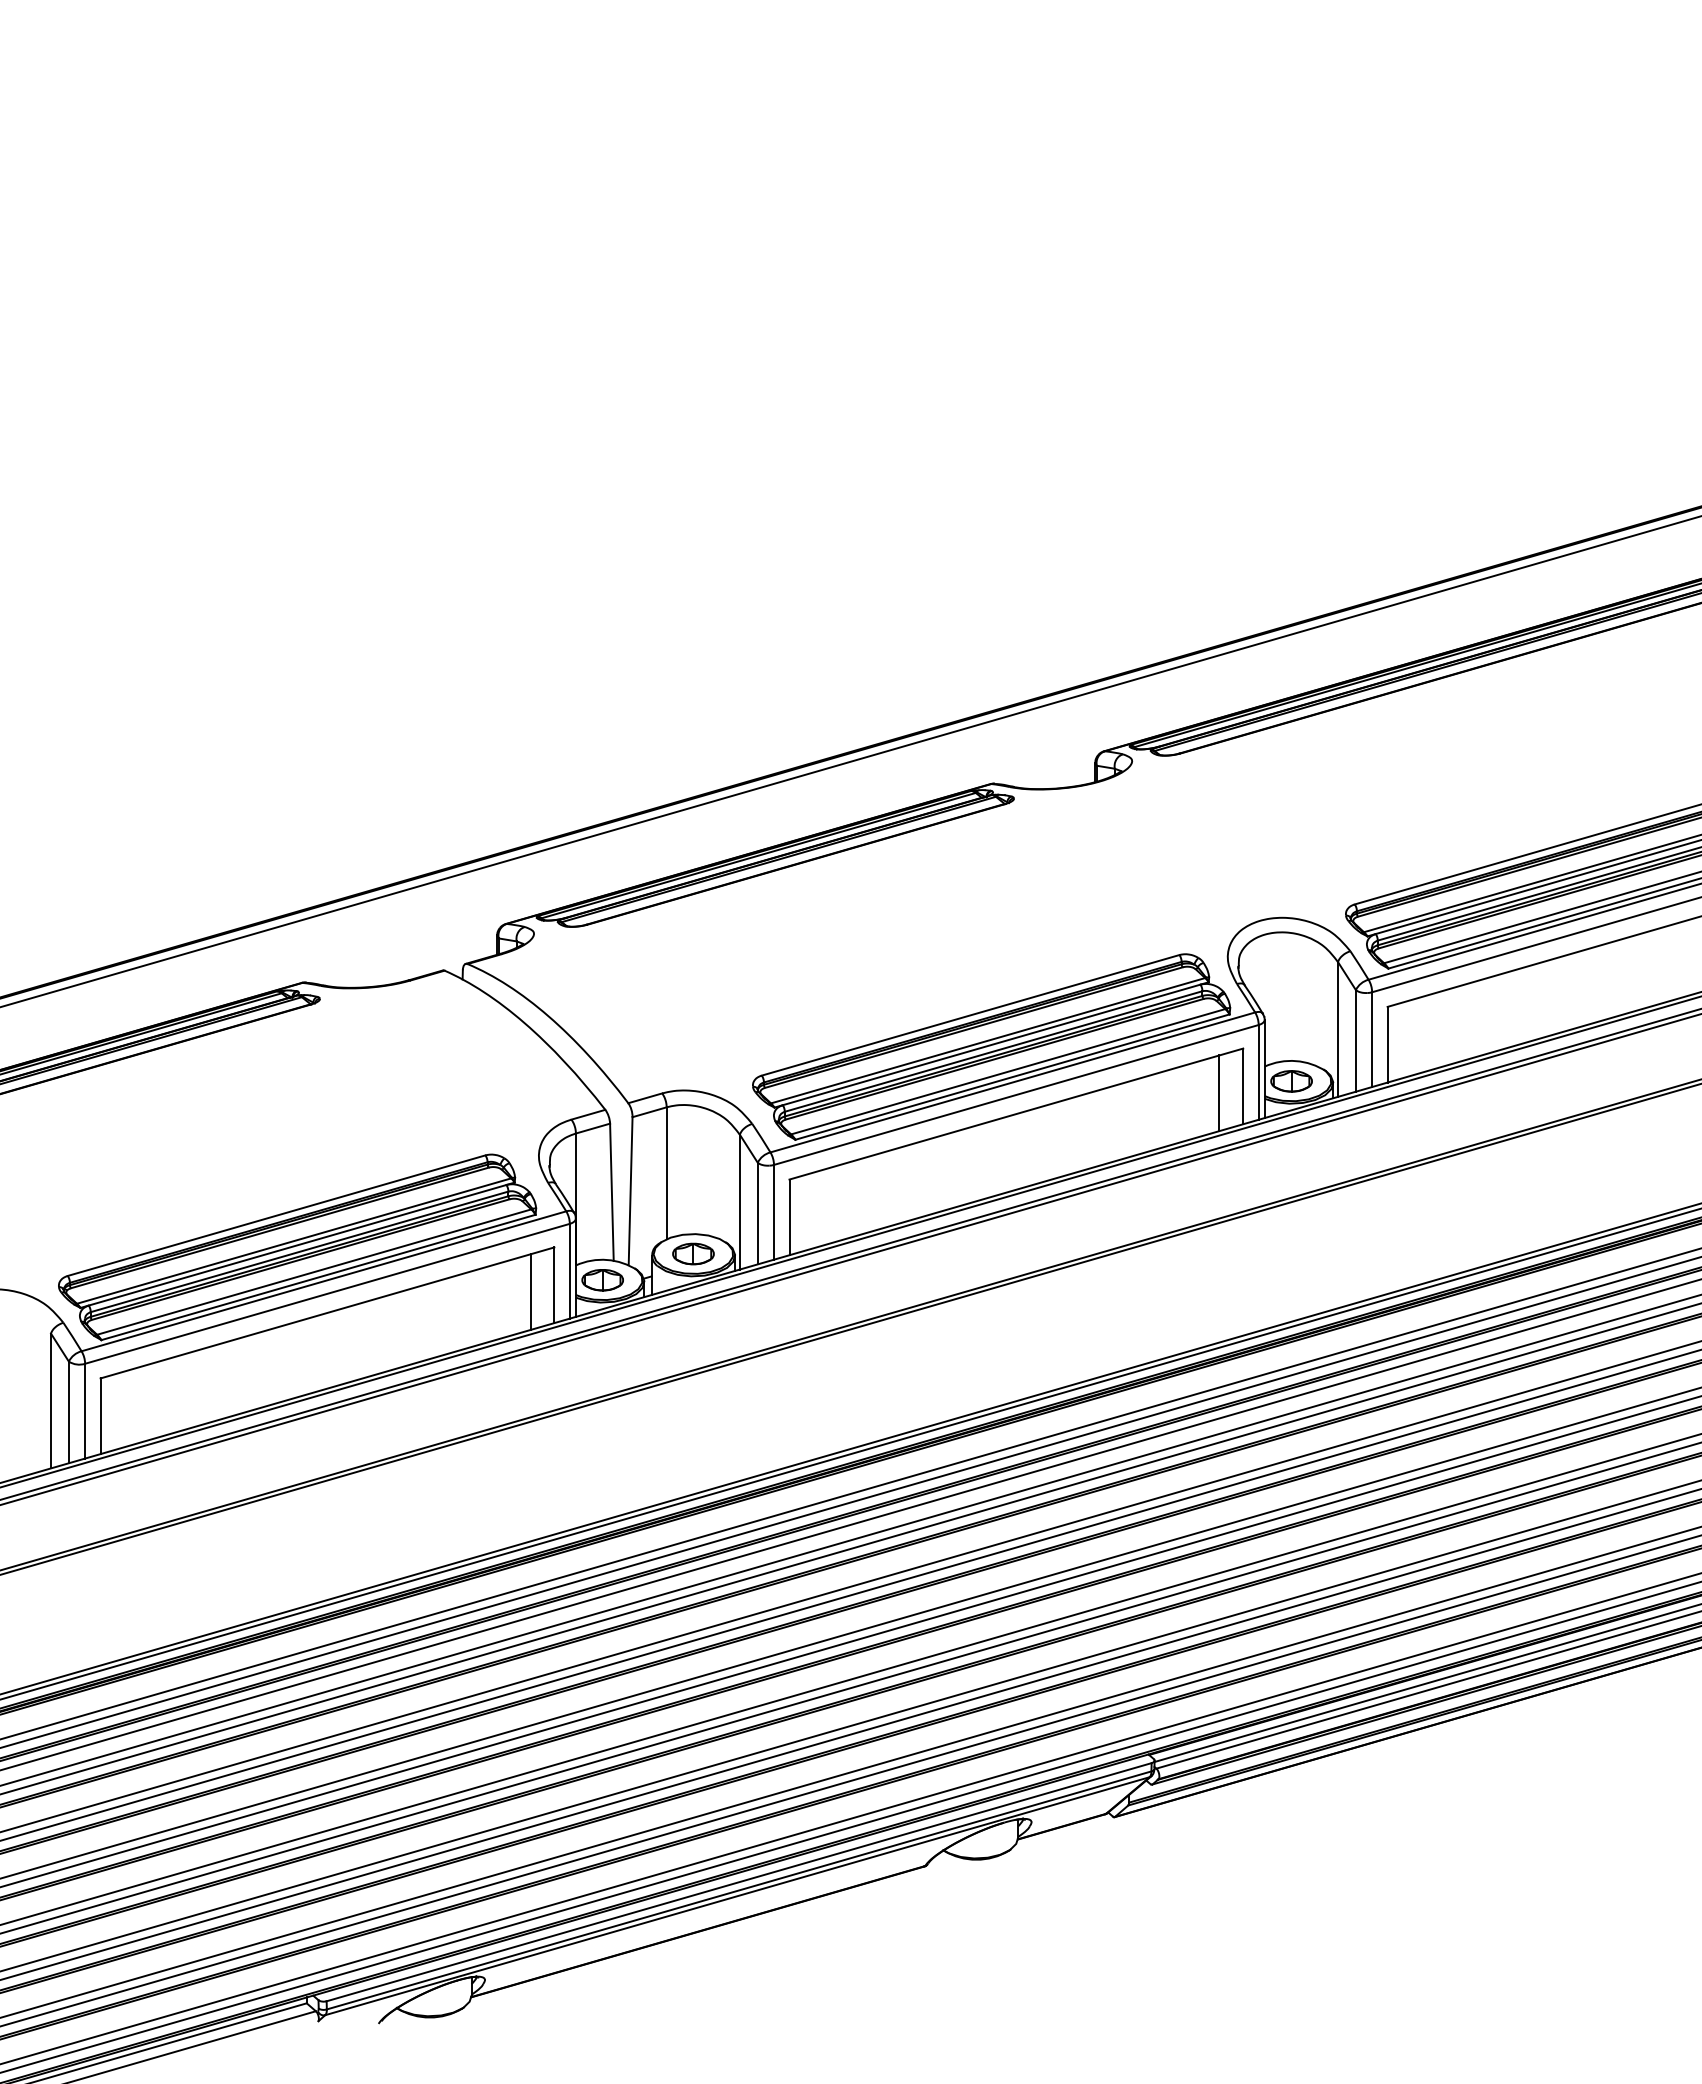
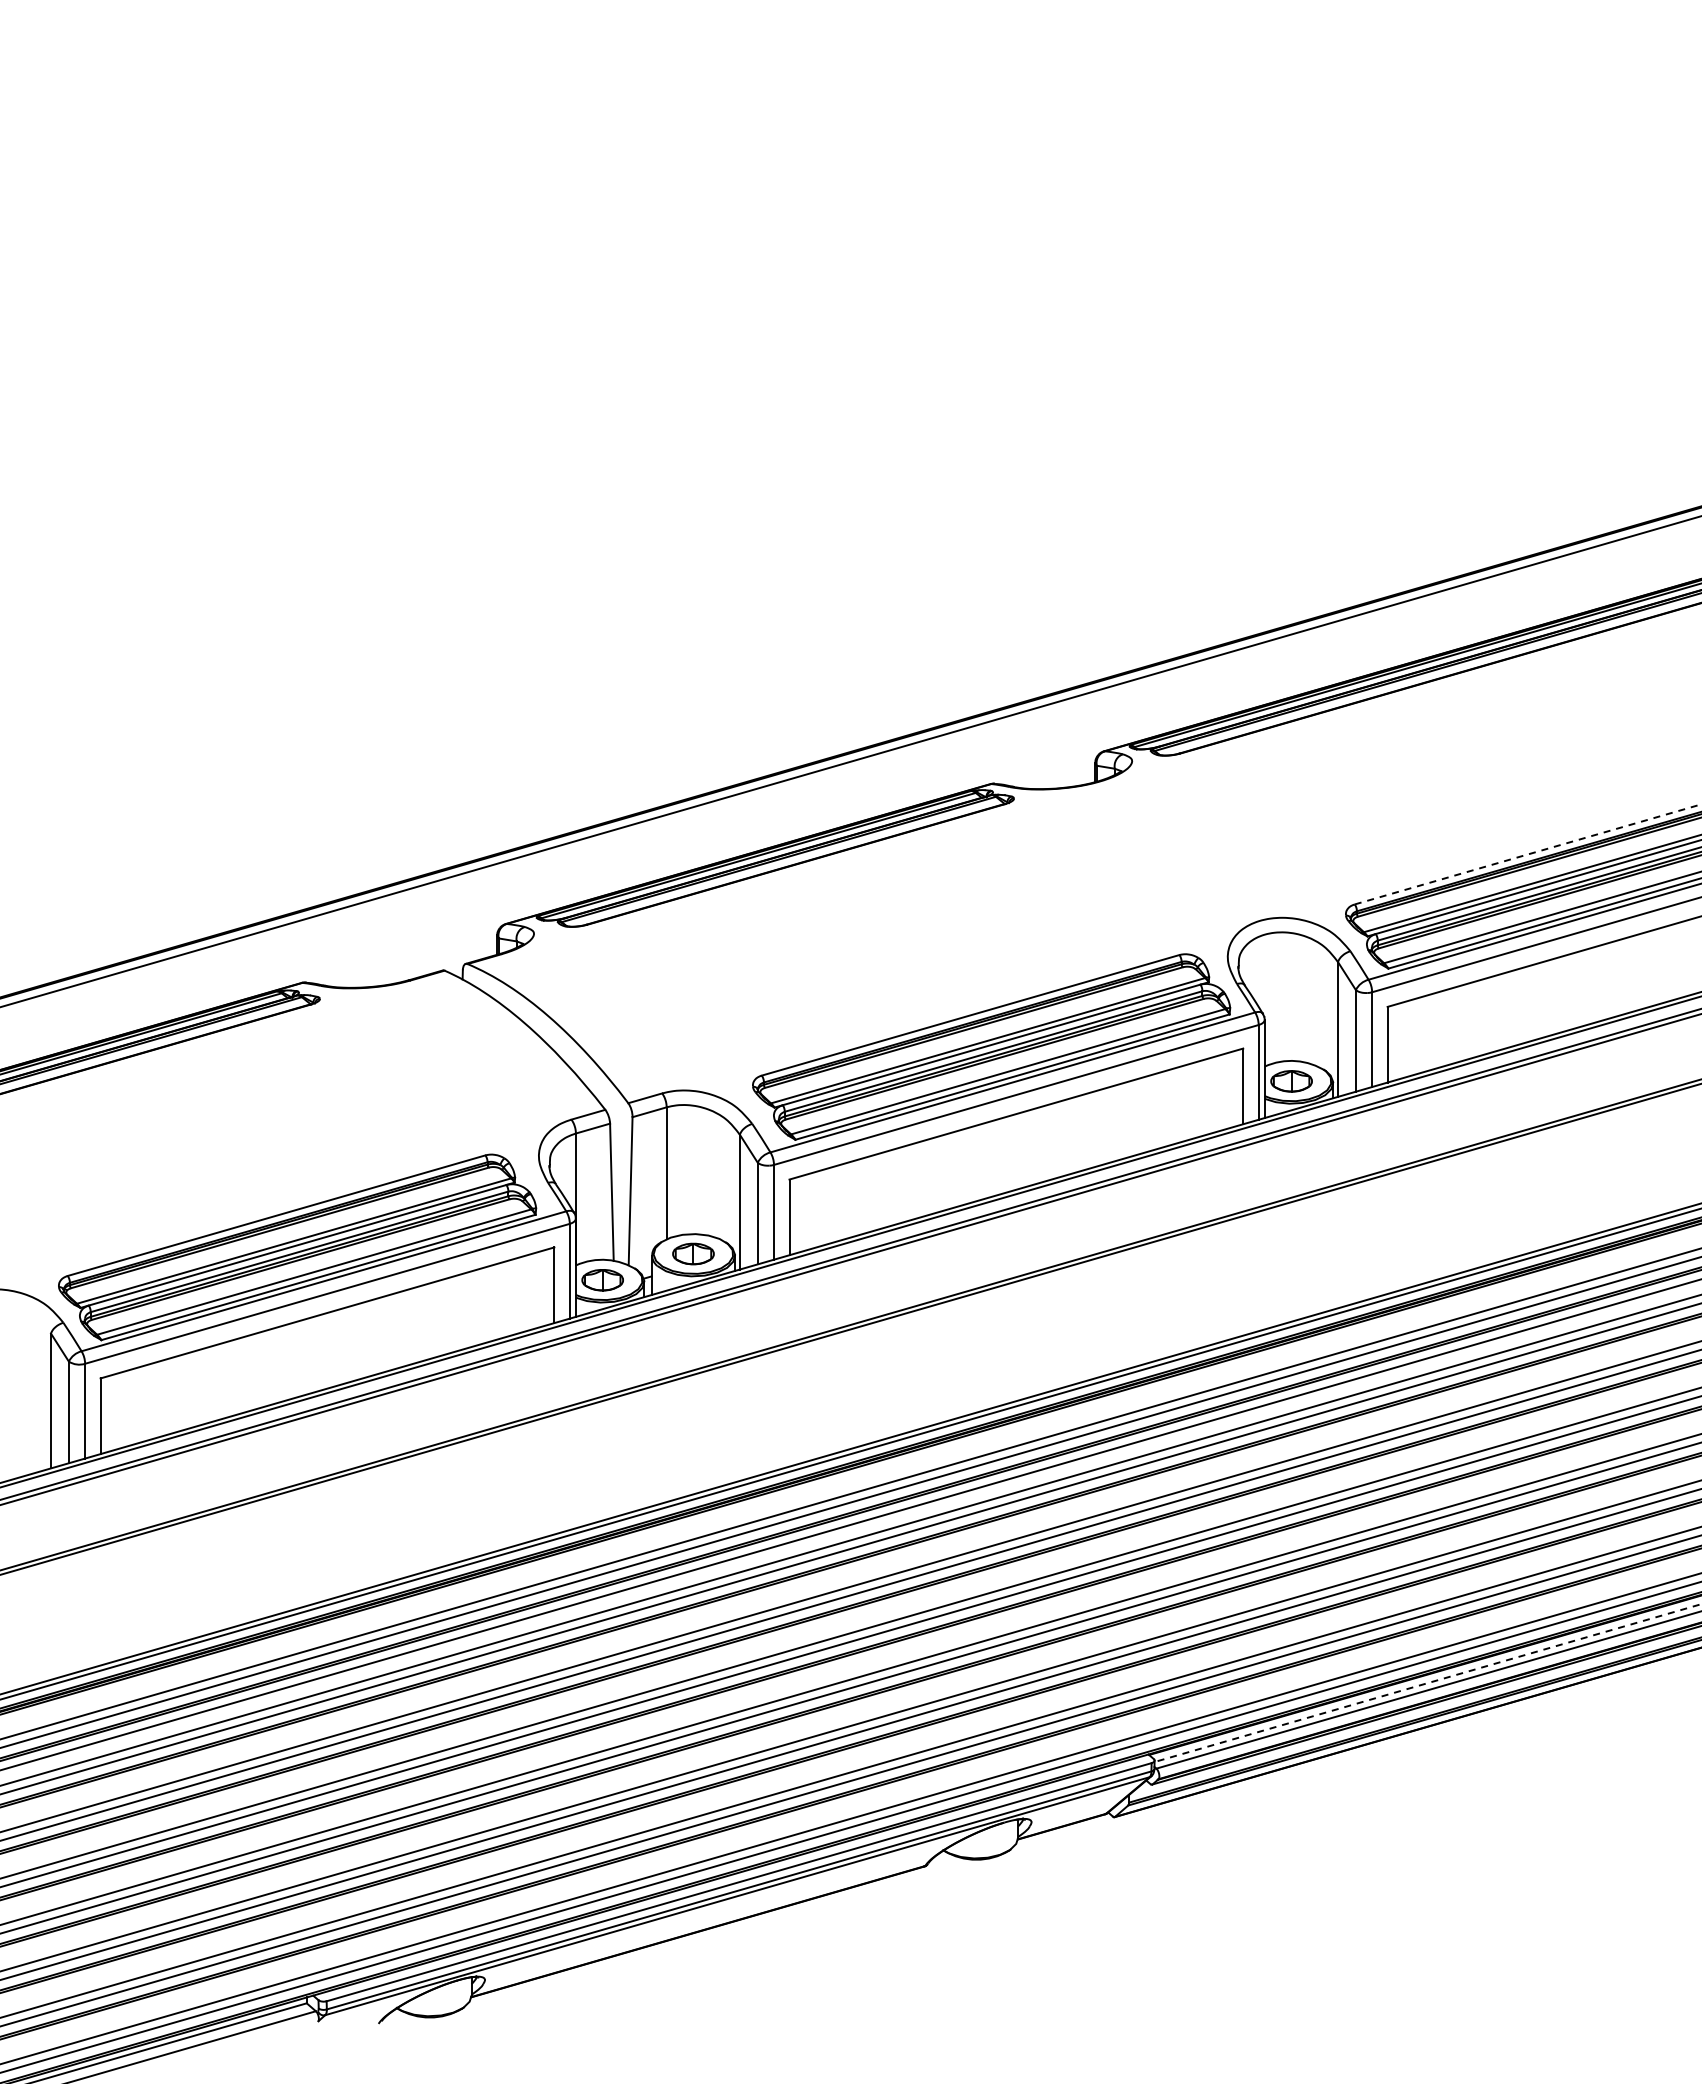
line at (1528, 854): solid -> dashed
line at (1219, 1093): present -> none
line at (530, 1291): present -> none
line at (1427, 1683): solid -> dashed
